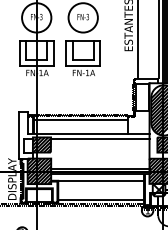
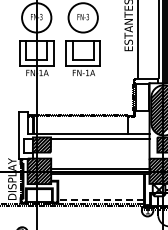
line at (80, 119): present -> none
line at (101, 180): present -> none
line at (100, 199): solid -> dashed
